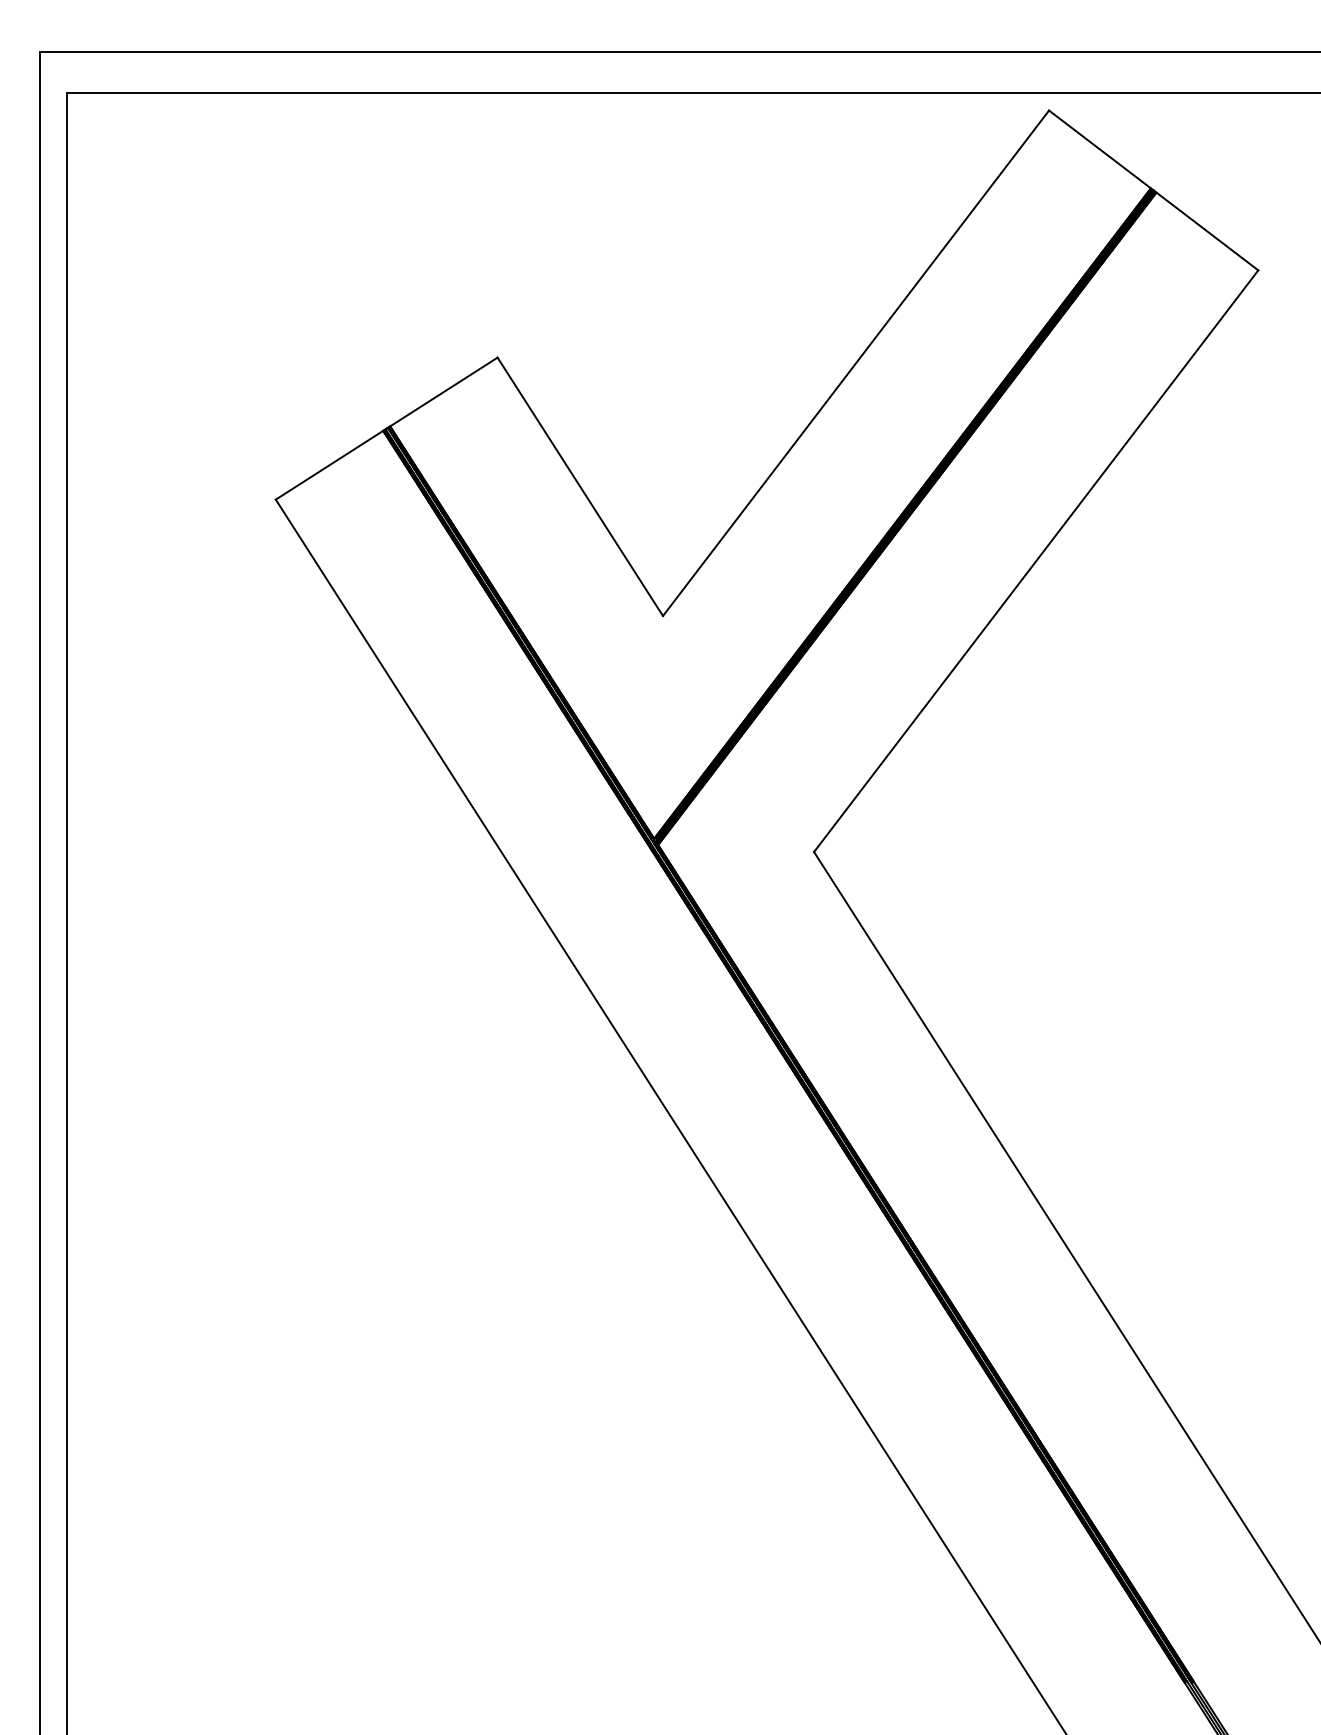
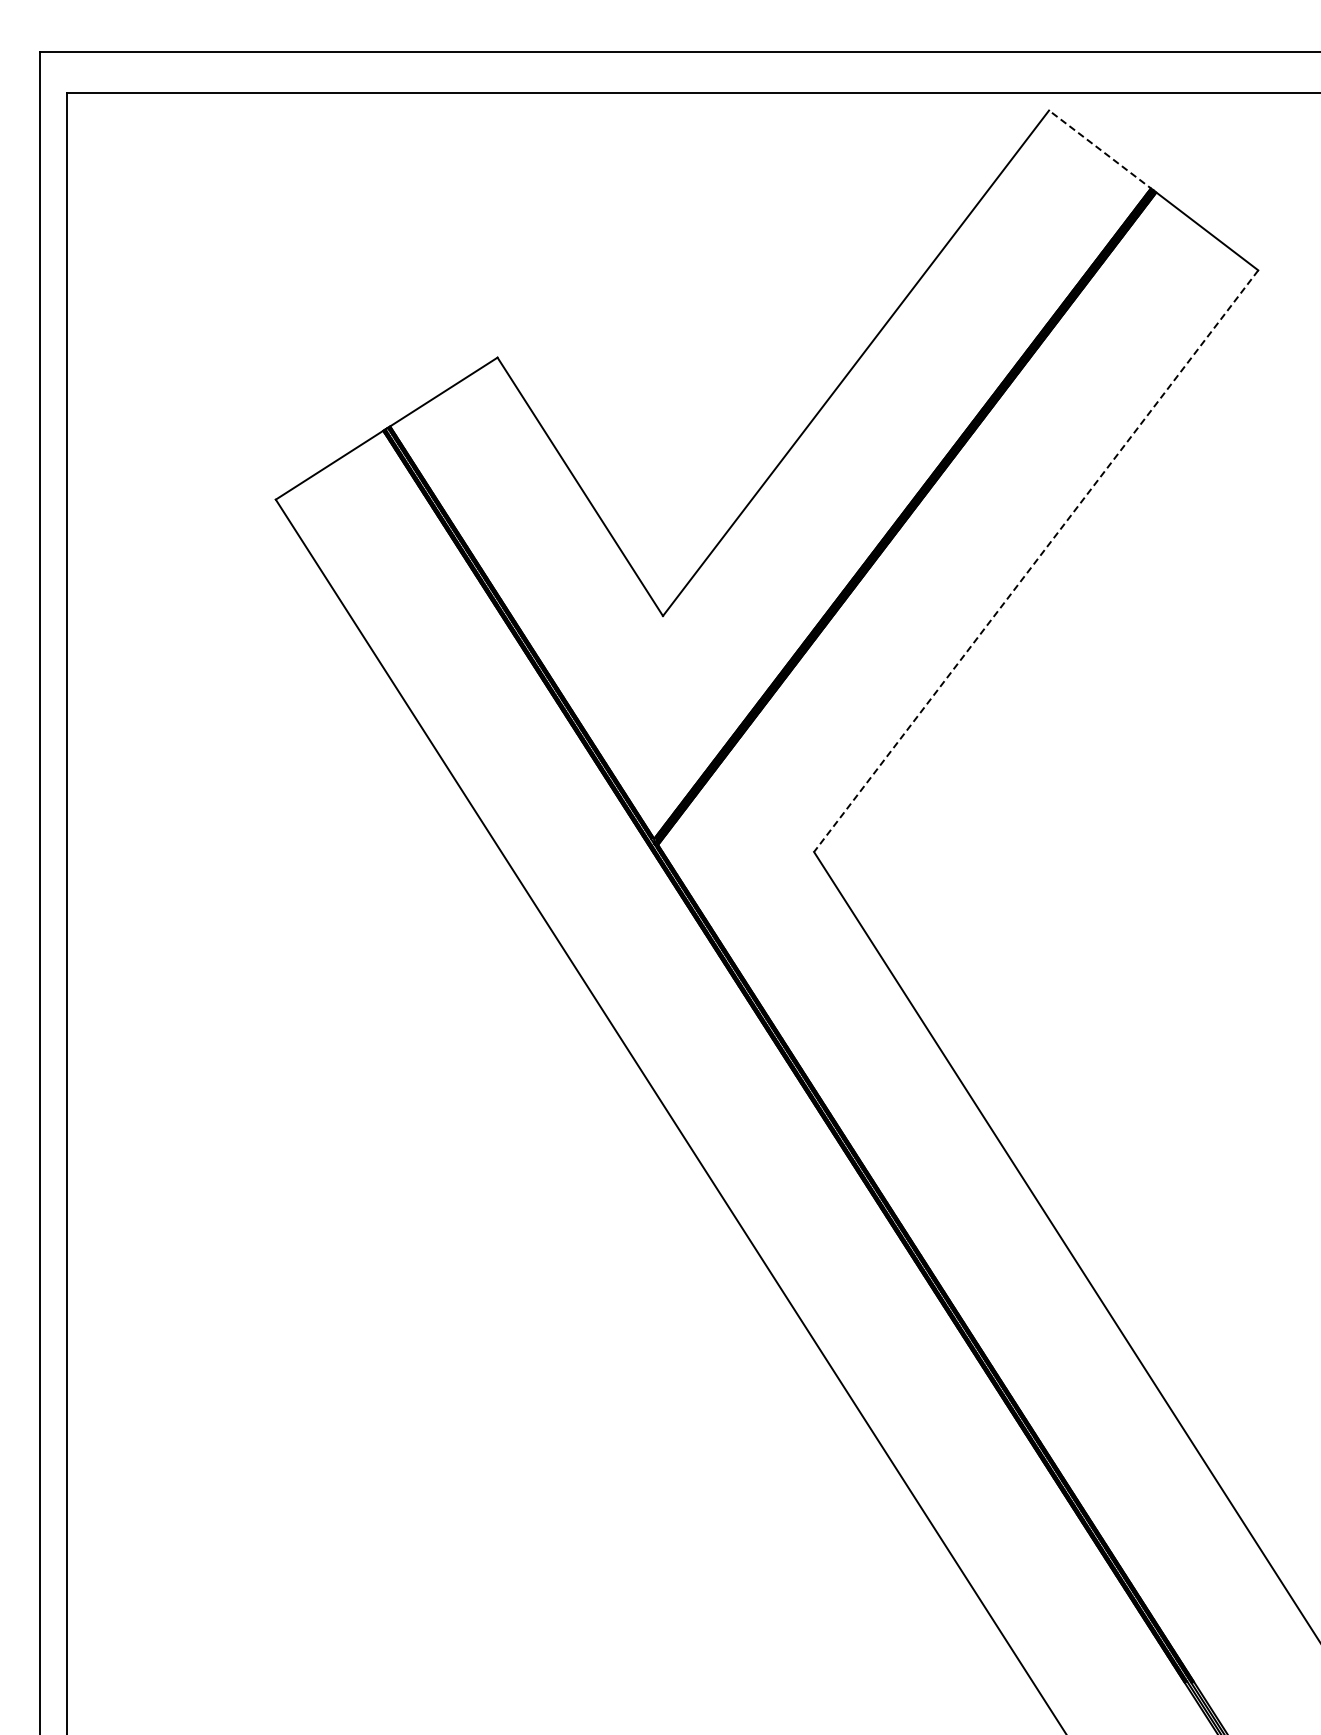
line at (1101, 150): solid -> dashed
line at (1036, 561): solid -> dashed
